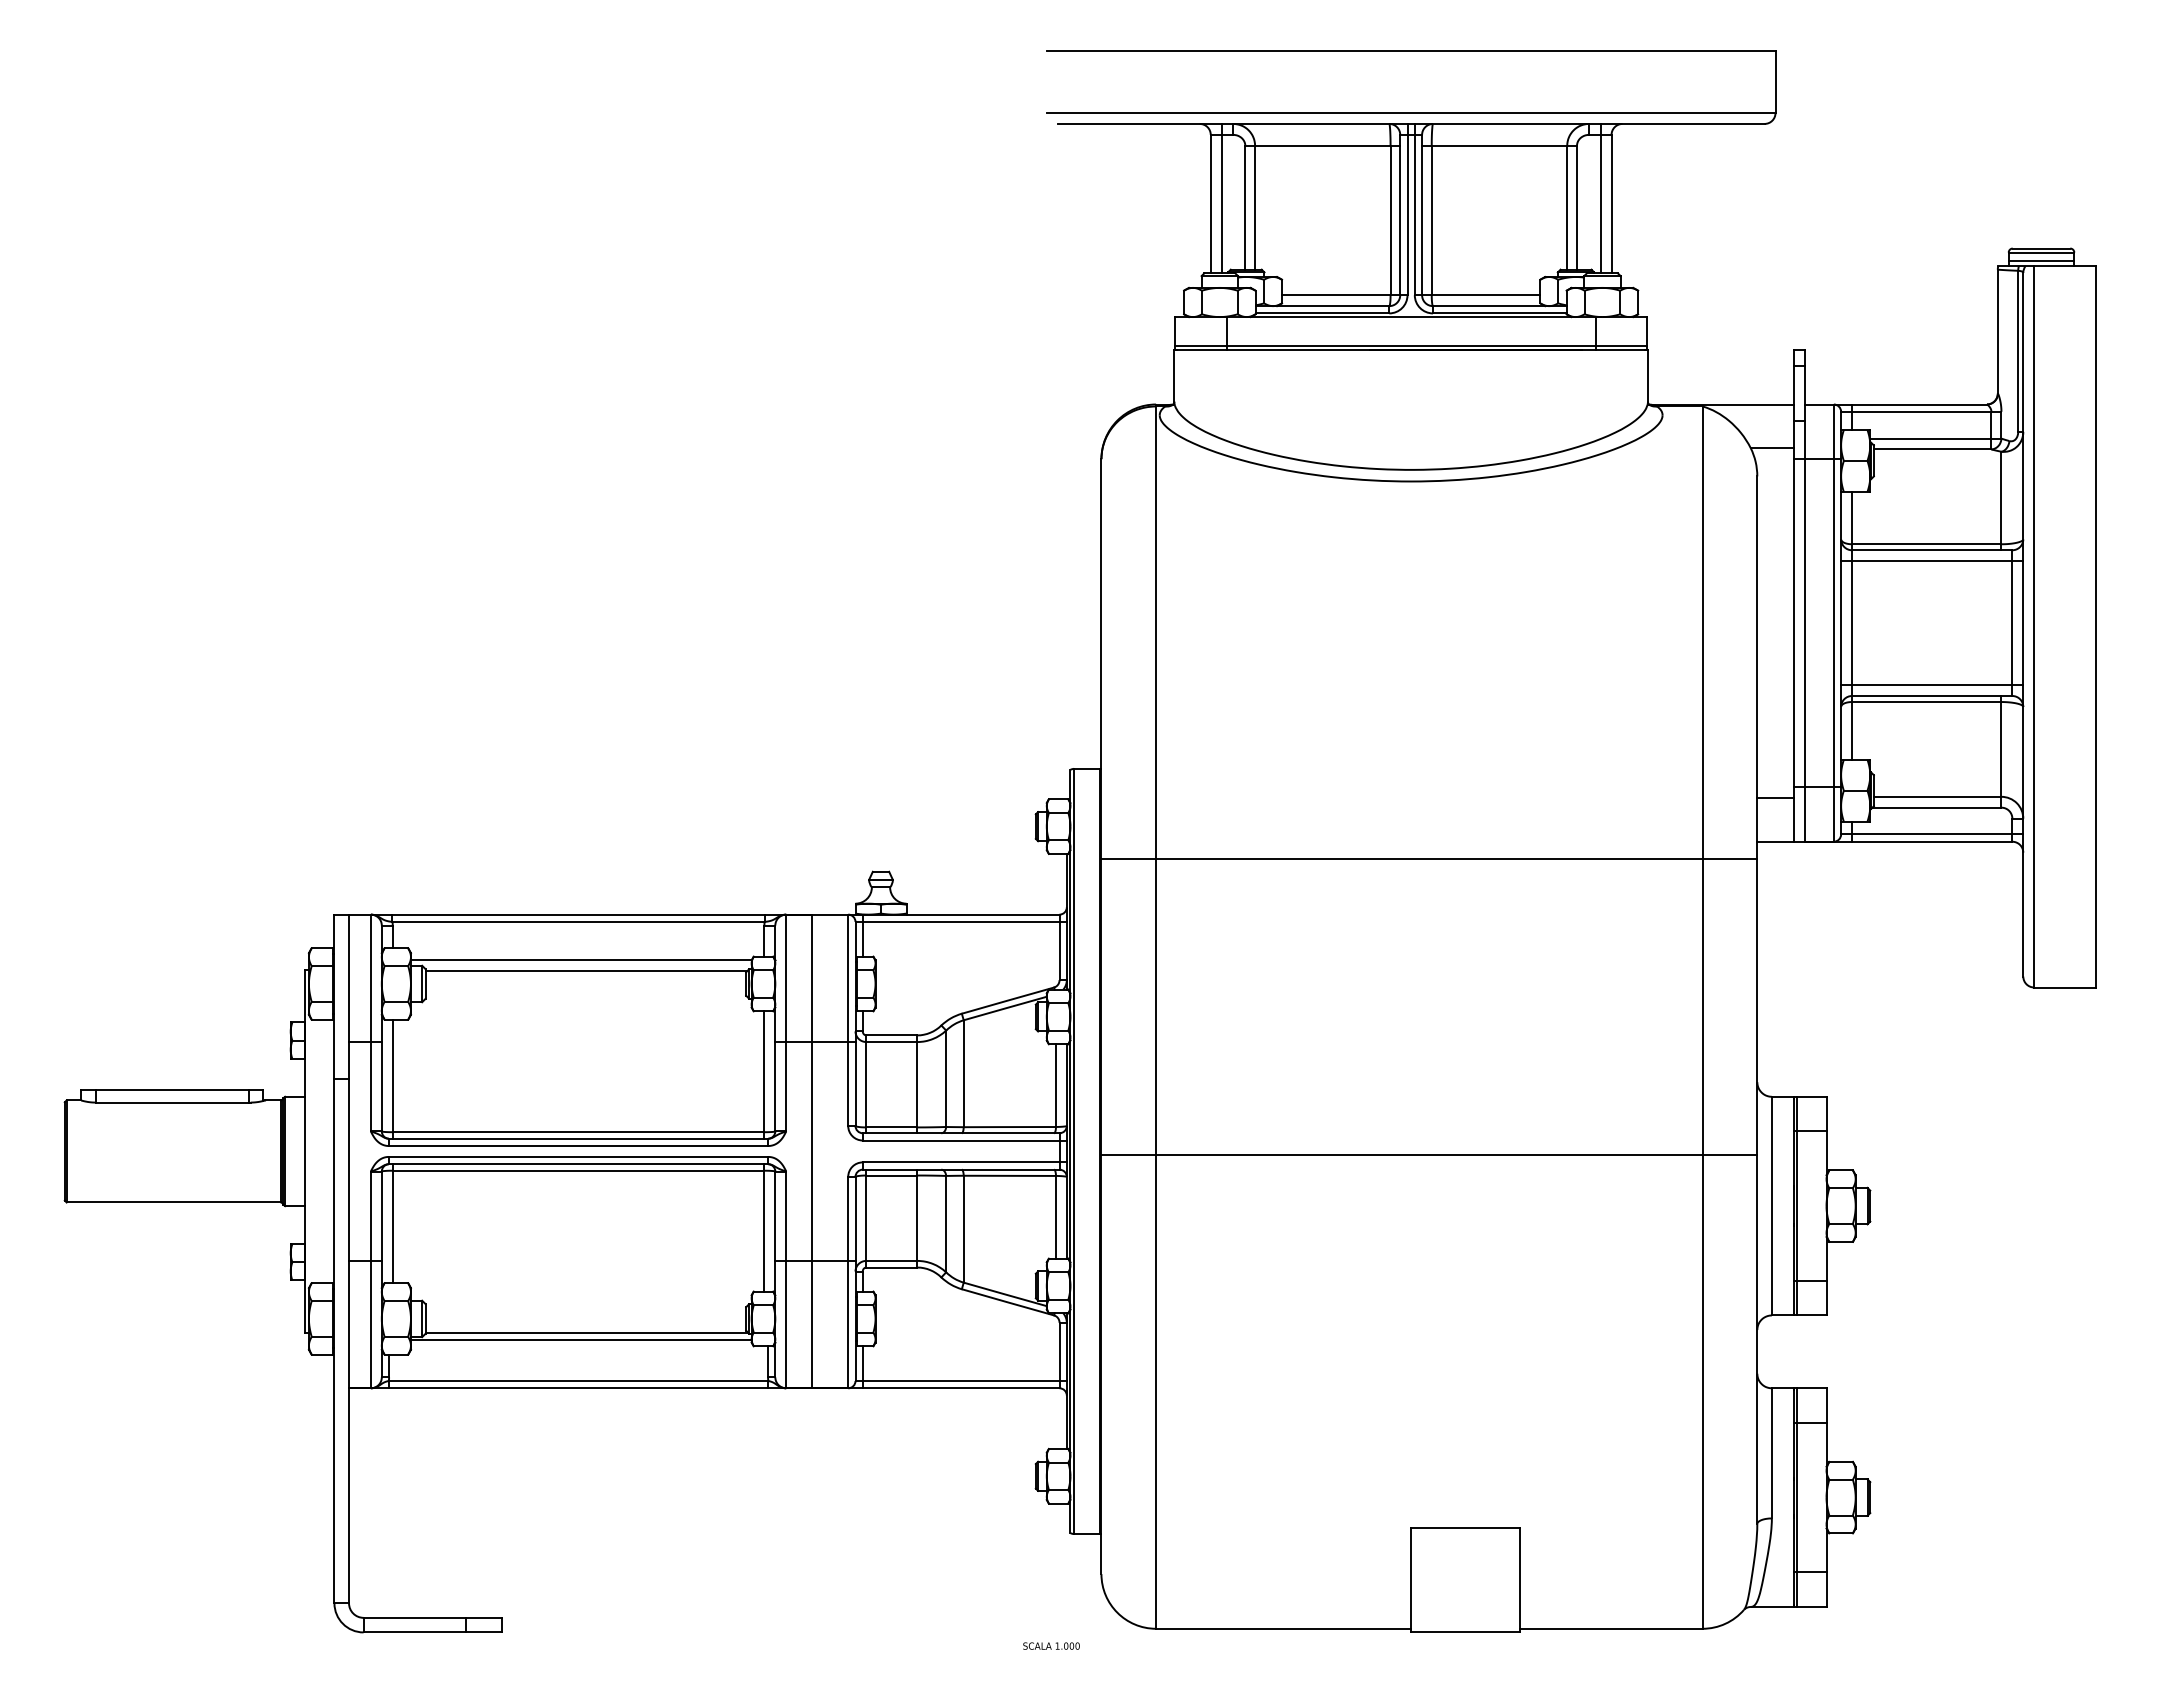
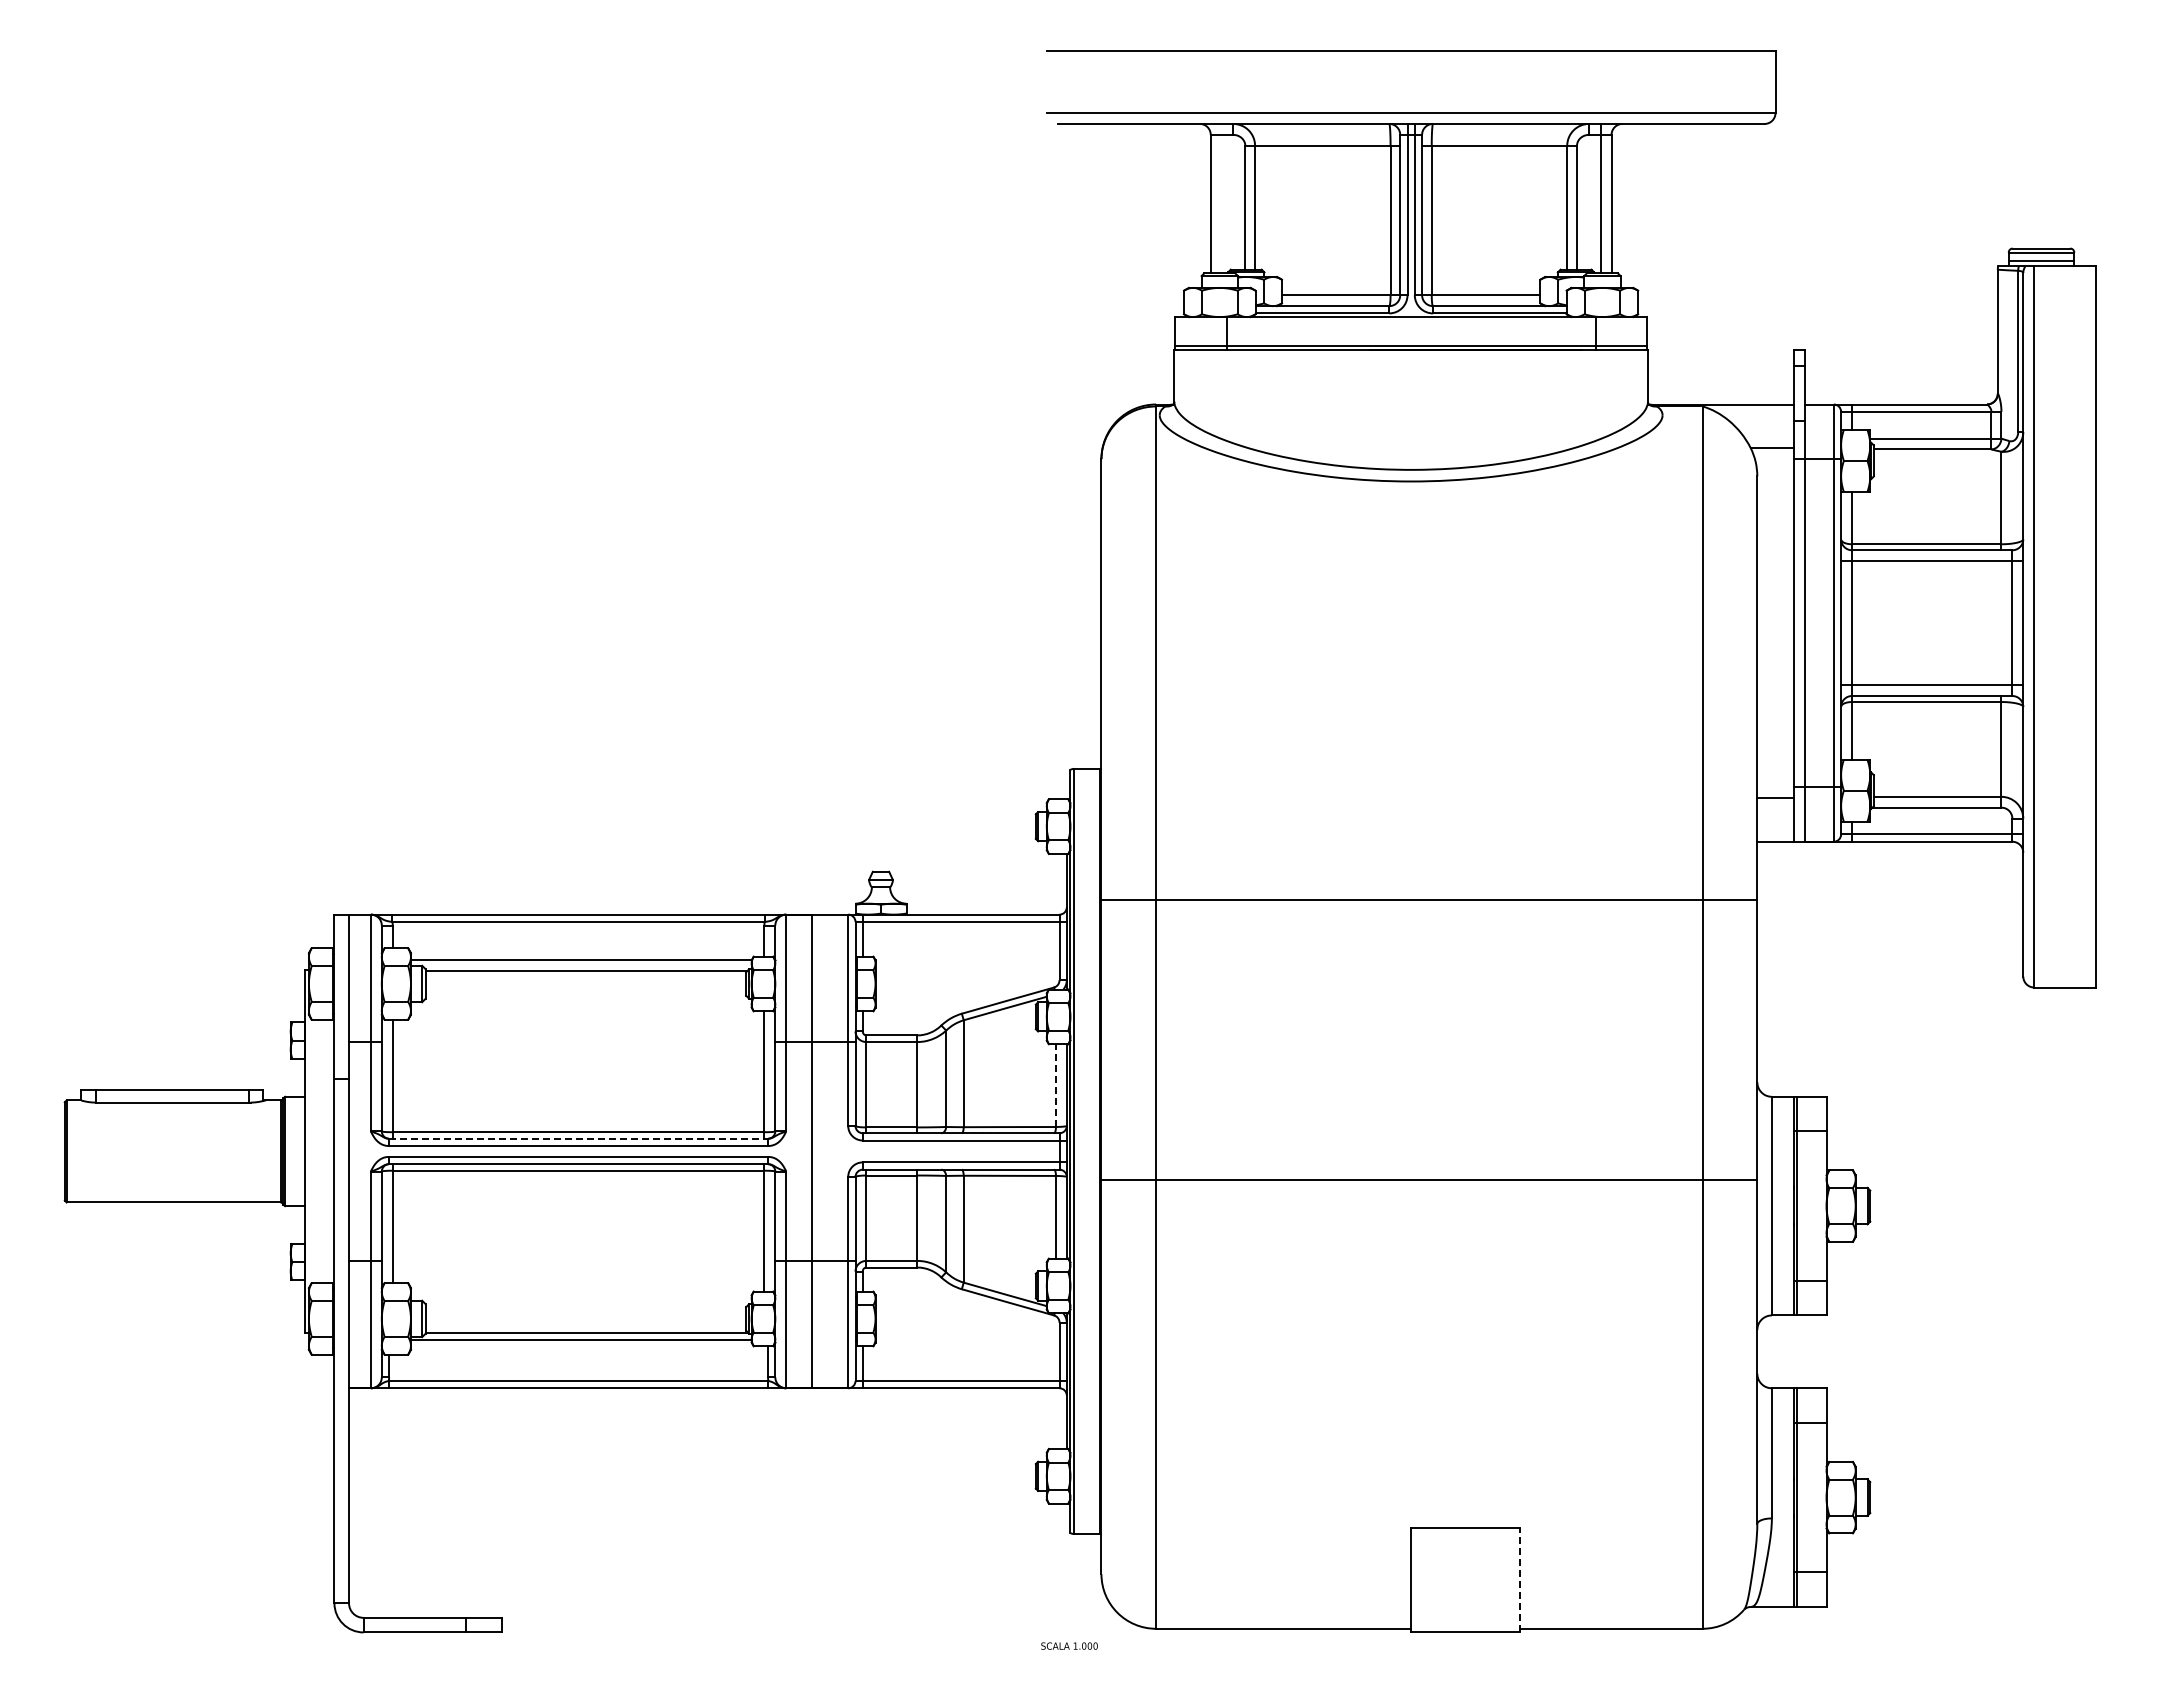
line at (1221, 198): present -> none
line at (1429, 858) position: (1429, 858) -> (1429, 899)
line at (1056, 1085): solid -> dashed
line at (578, 1138): solid -> dashed
line at (1429, 1155) position: (1429, 1155) -> (1429, 1180)
line at (1520, 1580): solid -> dashed
text at (1051, 1645) position: (1051, 1645) -> (1069, 1645)
